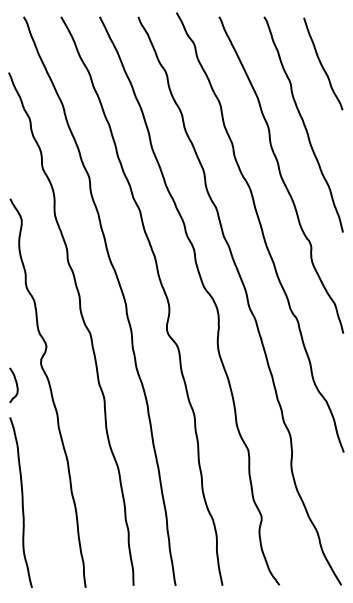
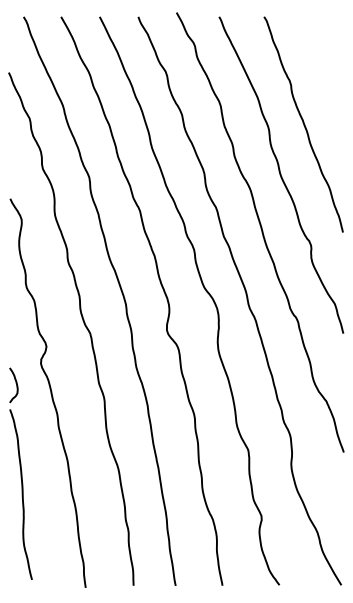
curve at (322, 64): present -> none
curve at (21, 502) position: (21, 502) -> (21, 494)
